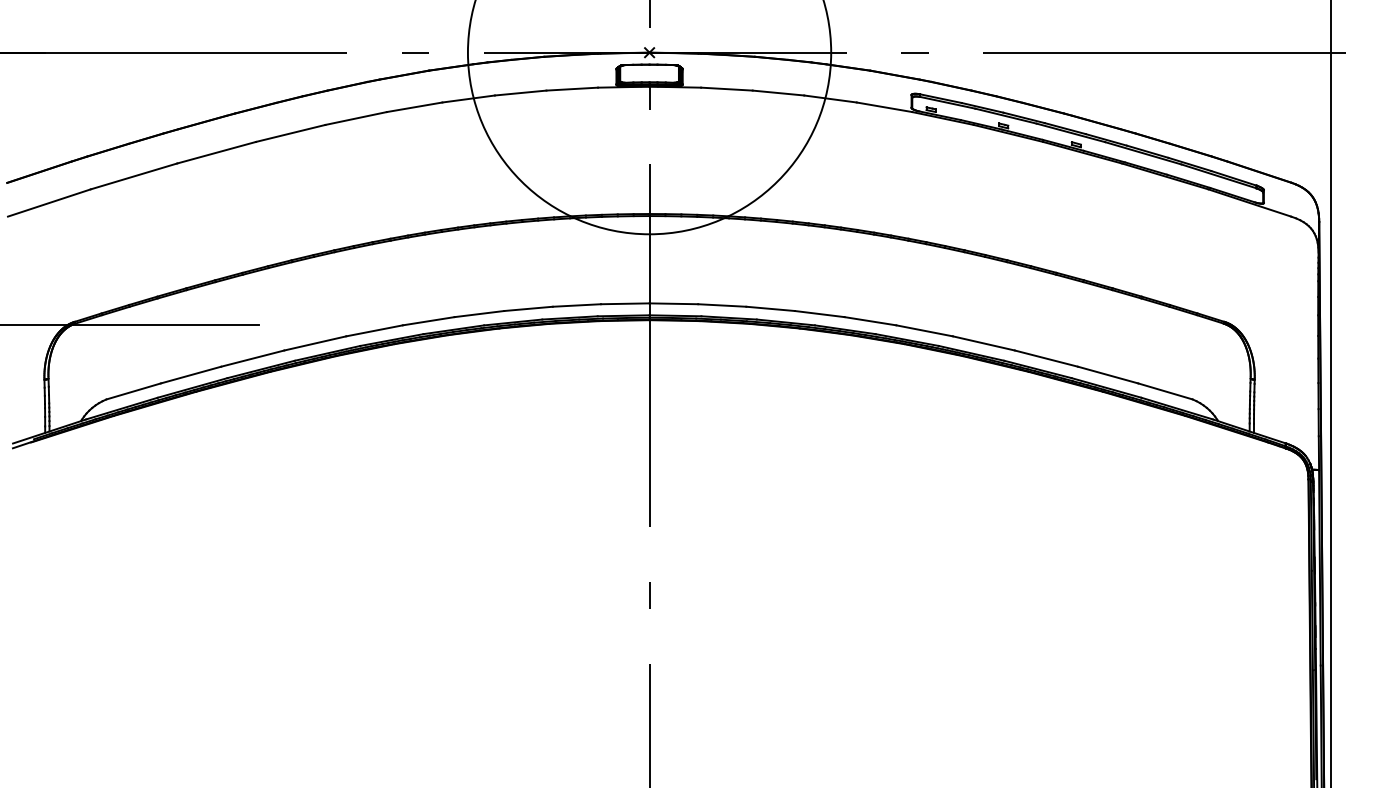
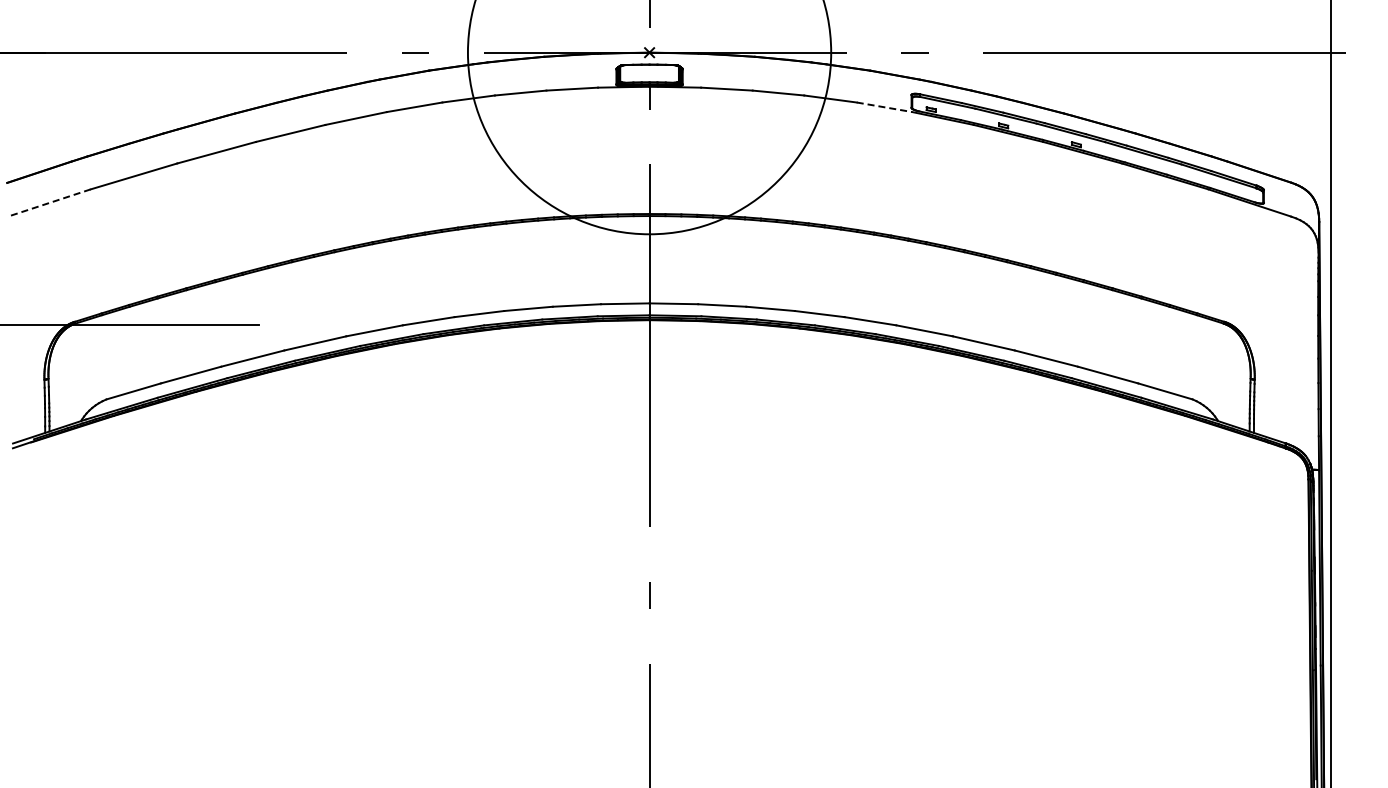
line at (885, 107): solid -> dashed
line at (49, 202): solid -> dashed
